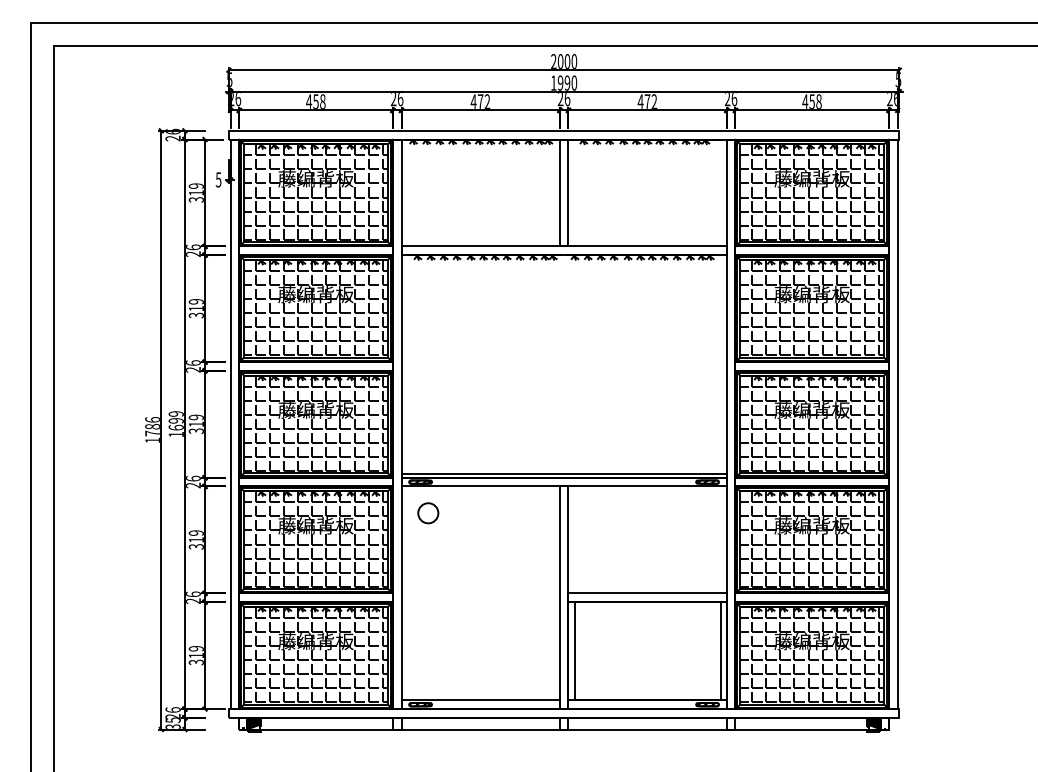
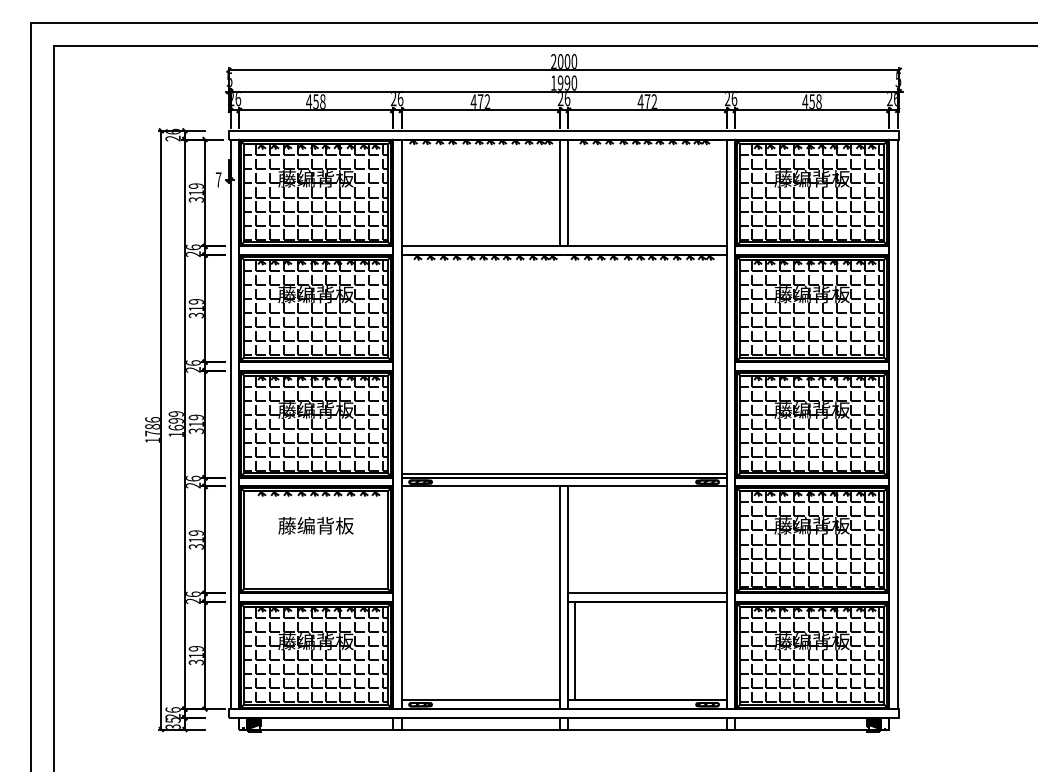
text at (218, 179): 5 -> 7
circle at (428, 513): present -> none
hatch at (315, 539): present -> none
line at (720, 650): present -> none
